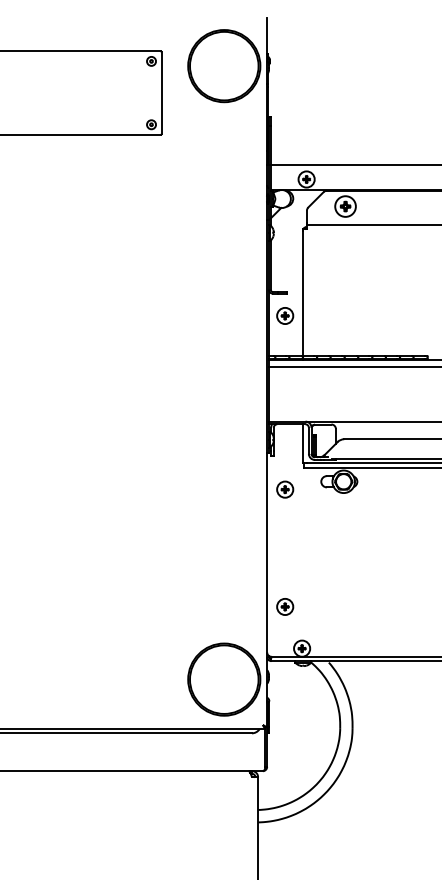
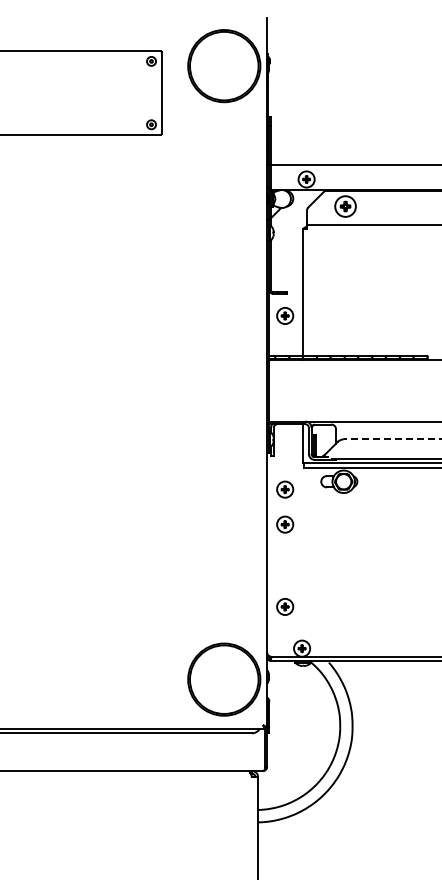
line at (353, 367): present -> none
line at (392, 439): solid -> dashed
part at (285, 524): none -> present
